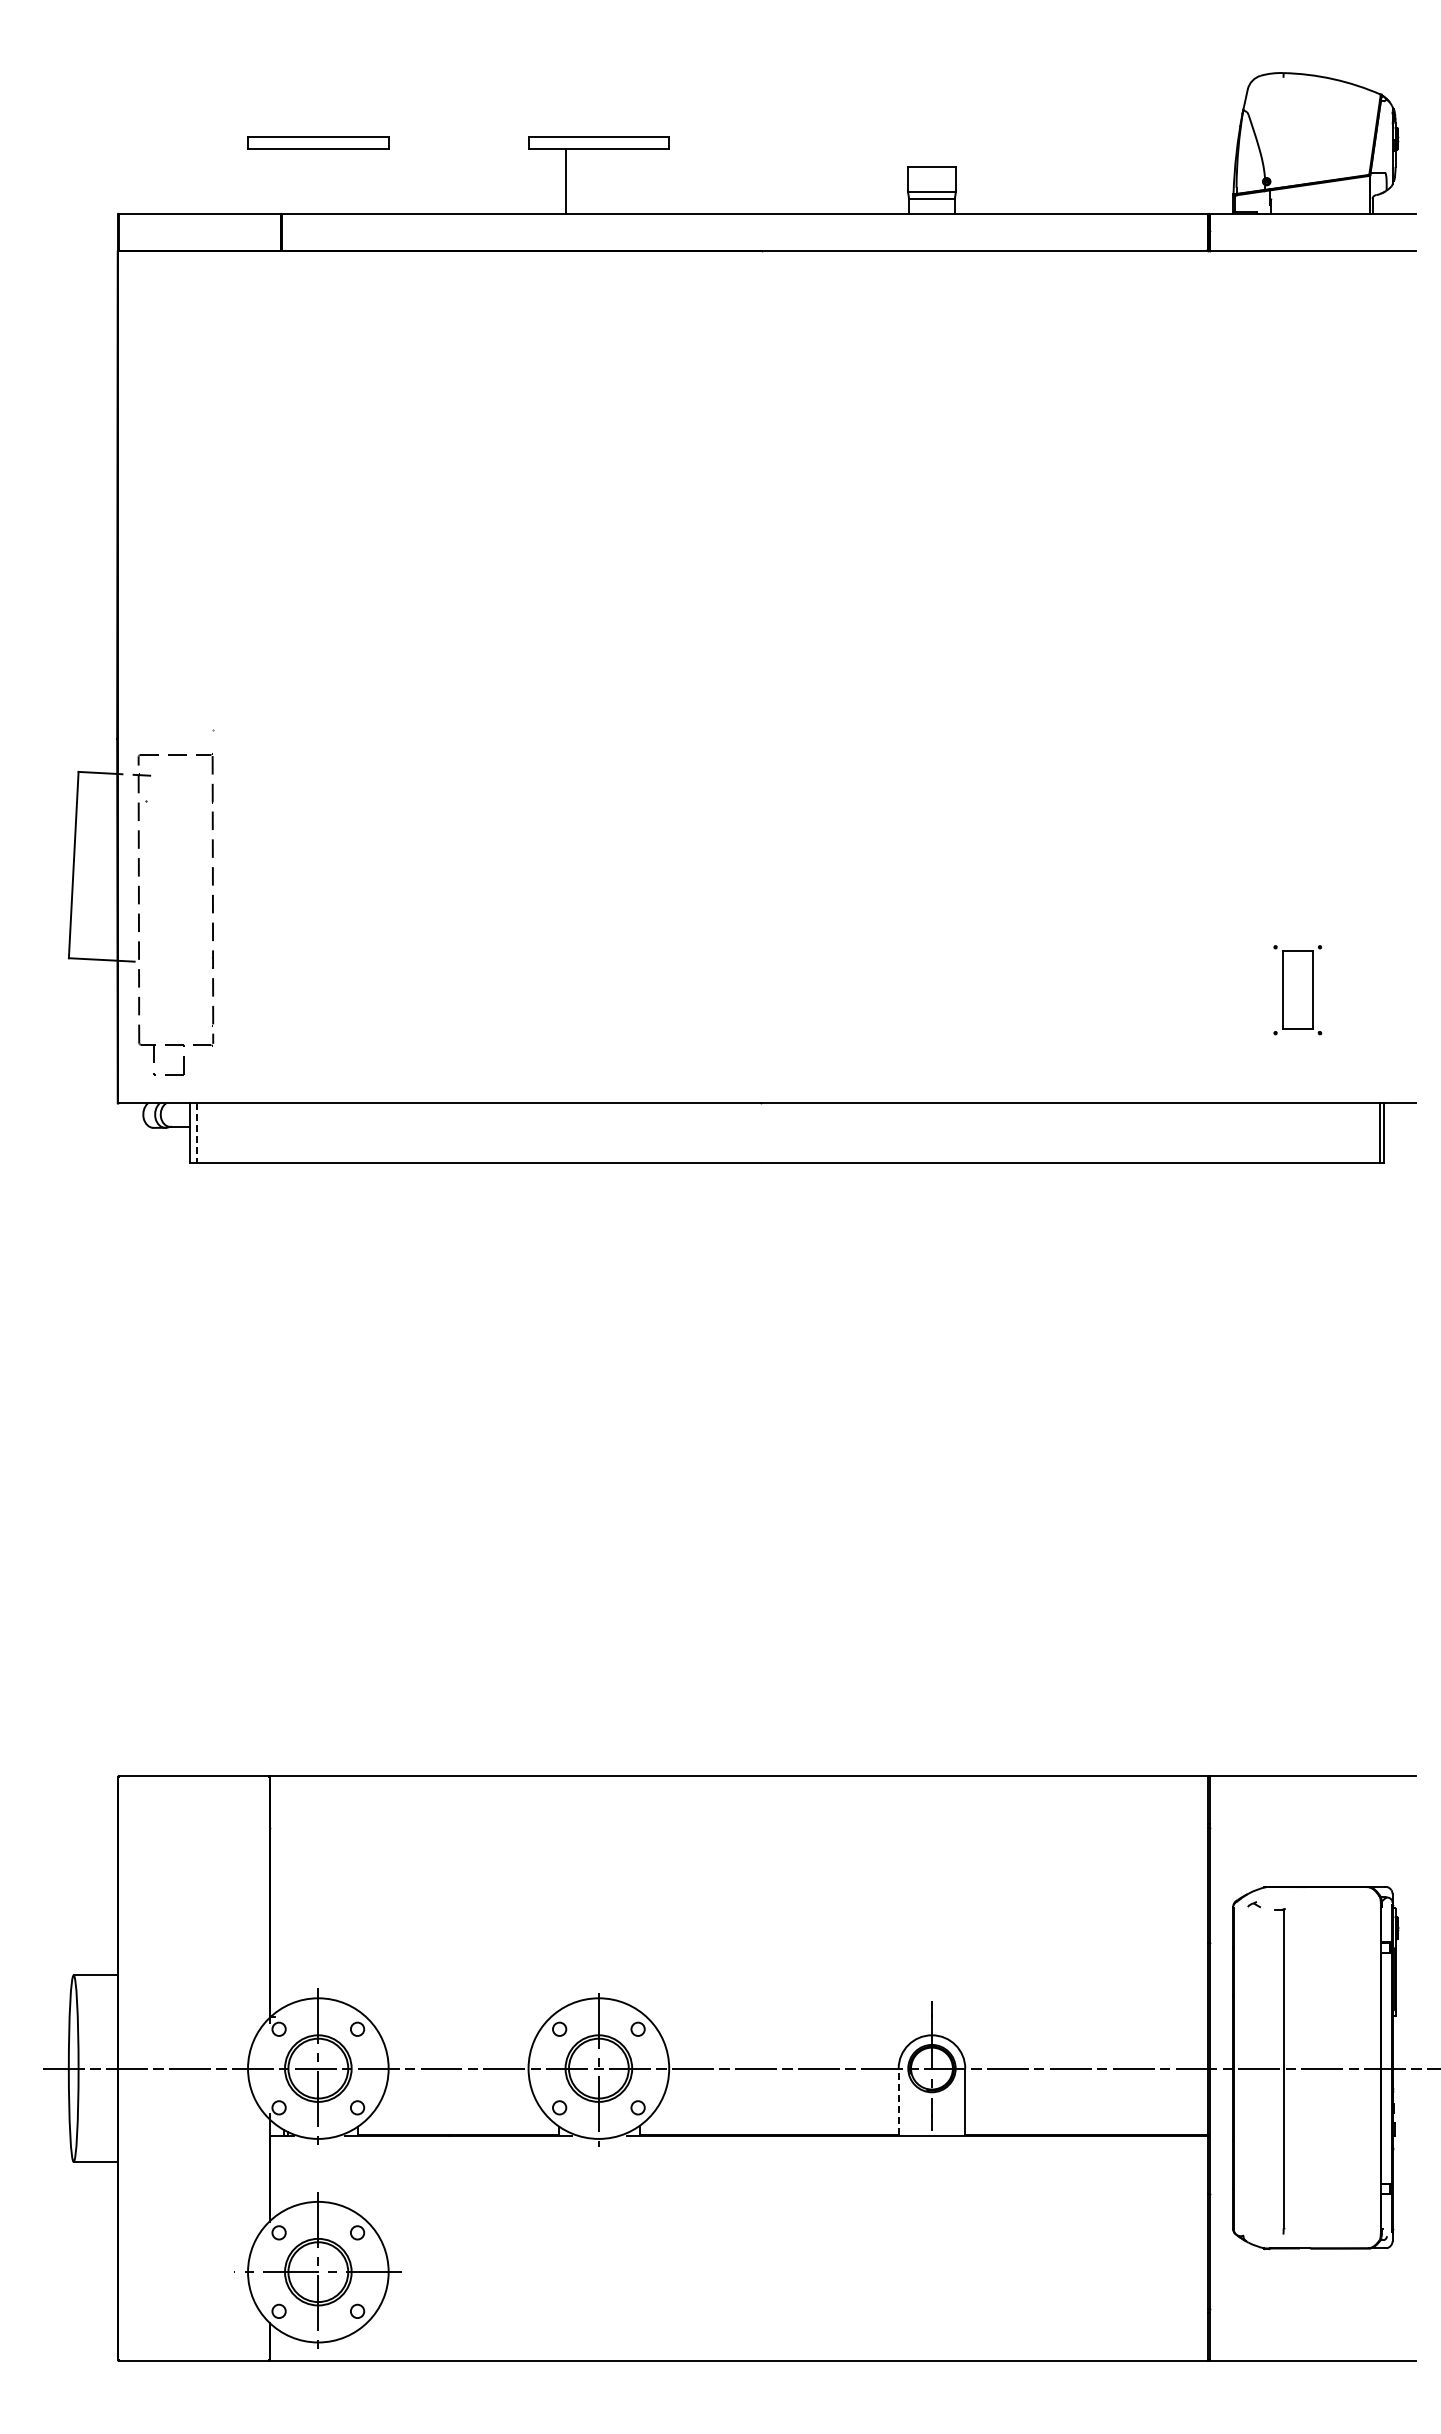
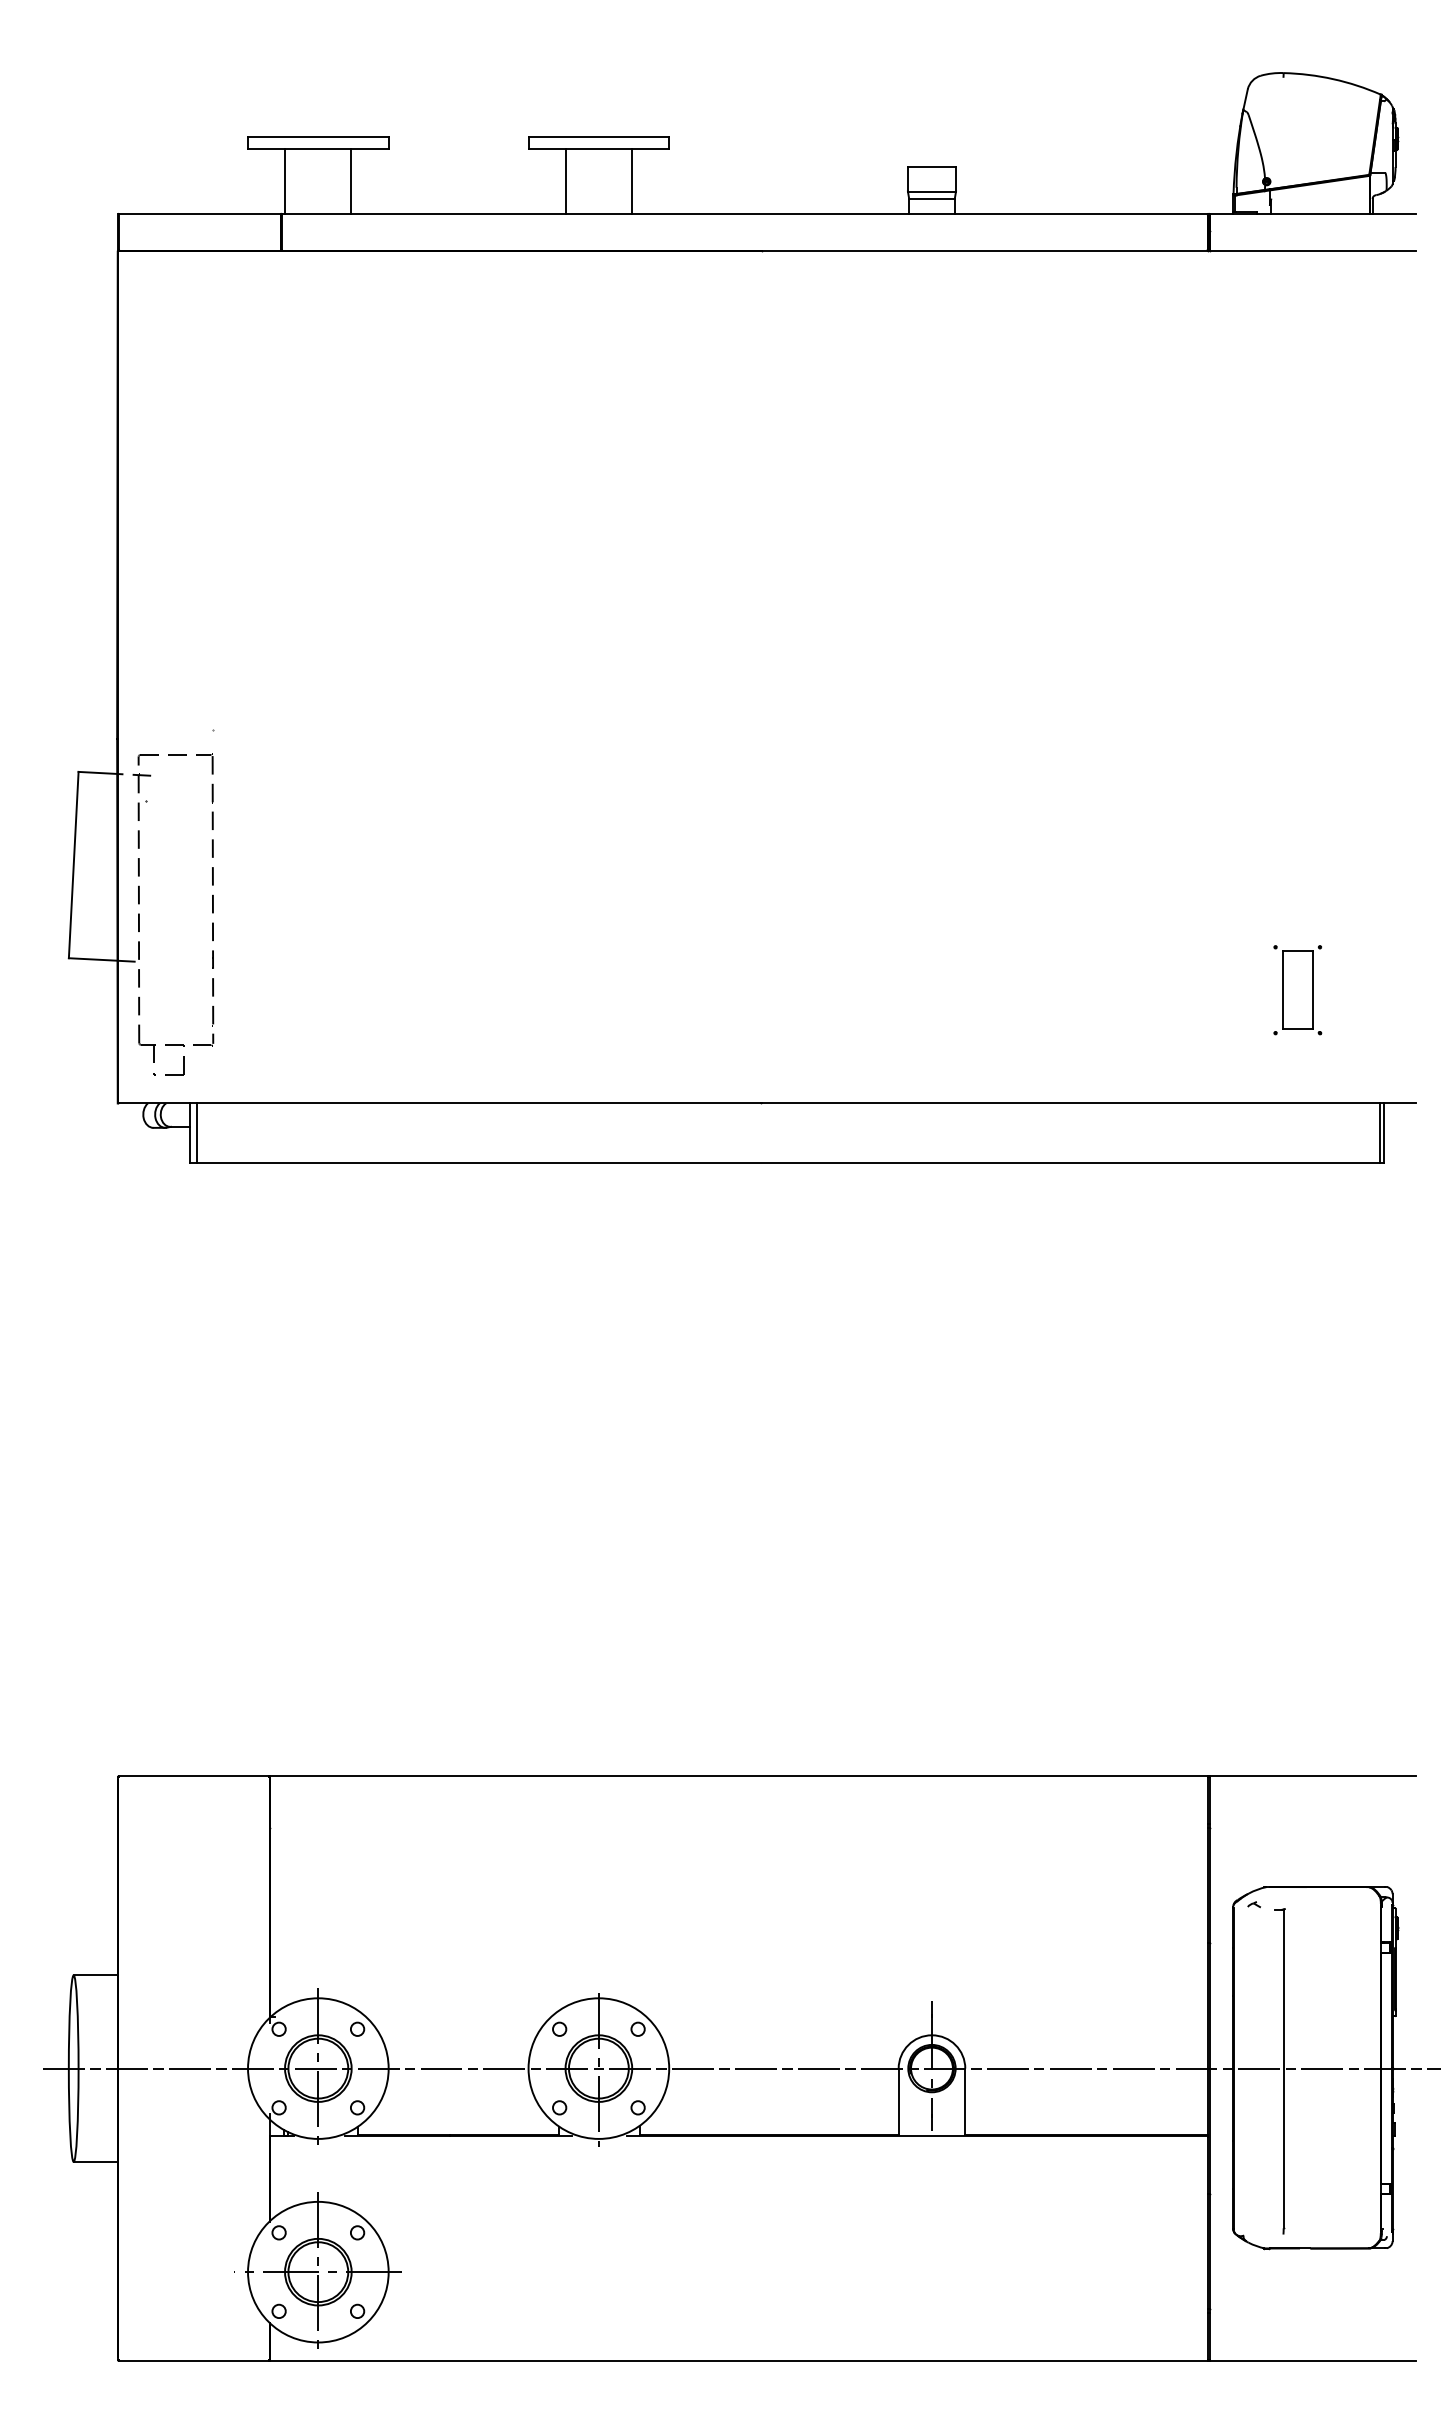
line at (285, 181): none -> present
line at (351, 181): none -> present
line at (631, 181): none -> present
line at (196, 1133): dashed -> solid
line at (898, 2101): dashed -> solid
